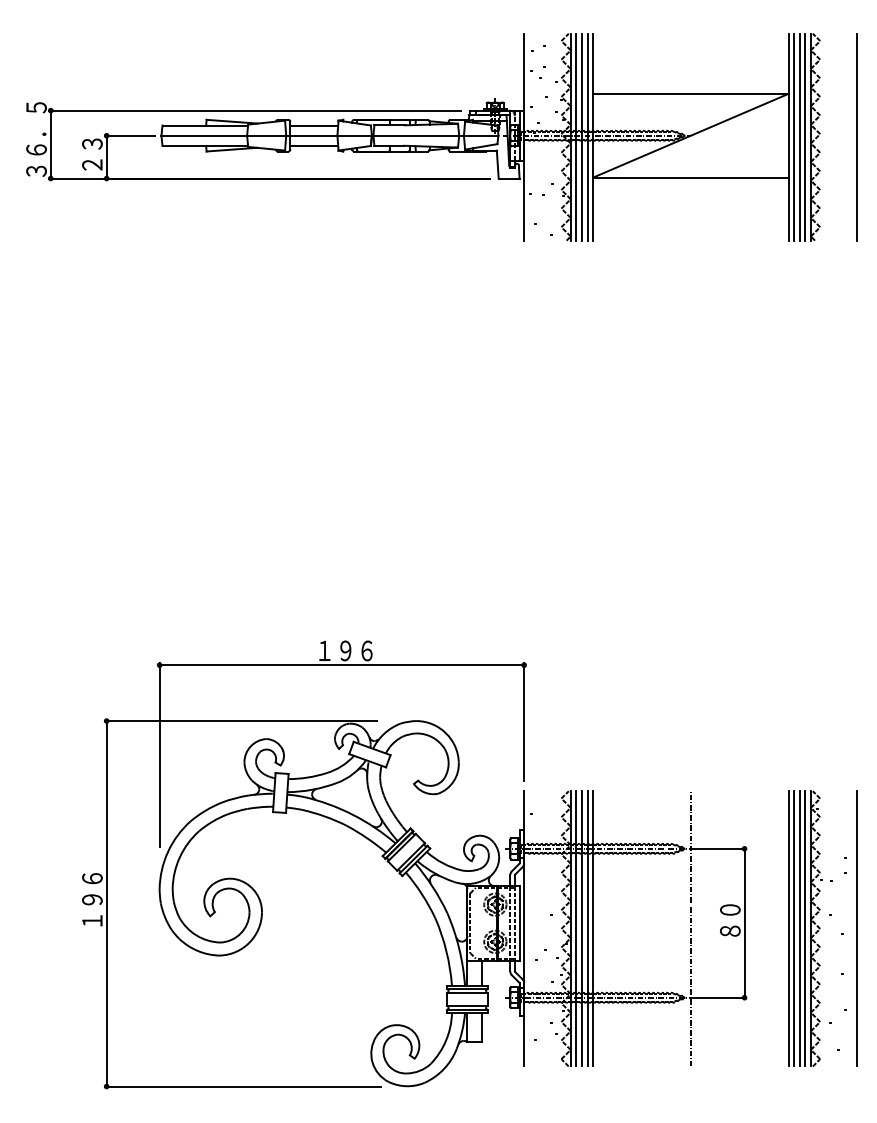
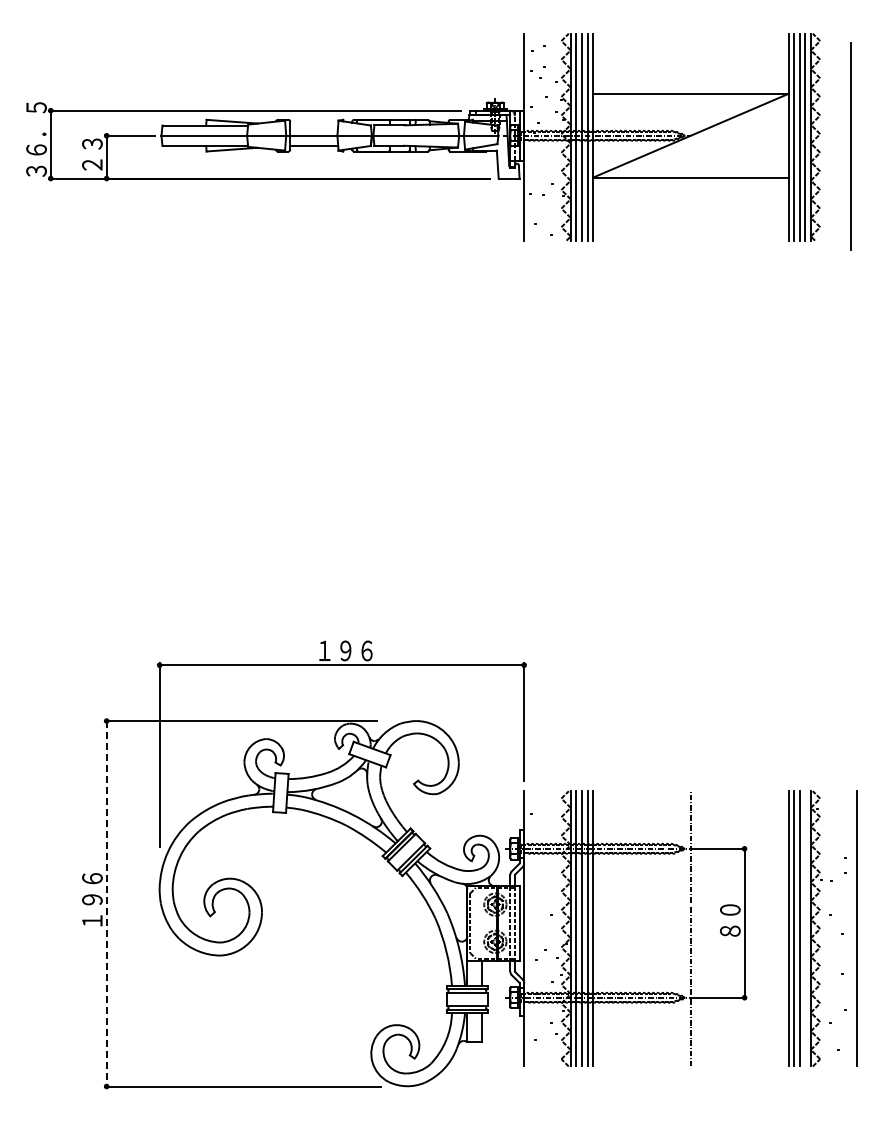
line at (314, 125): present -> none
line at (856, 137) position: (856, 137) -> (850, 146)
line at (106, 903): solid -> dashed
line at (805, 928): present -> none
